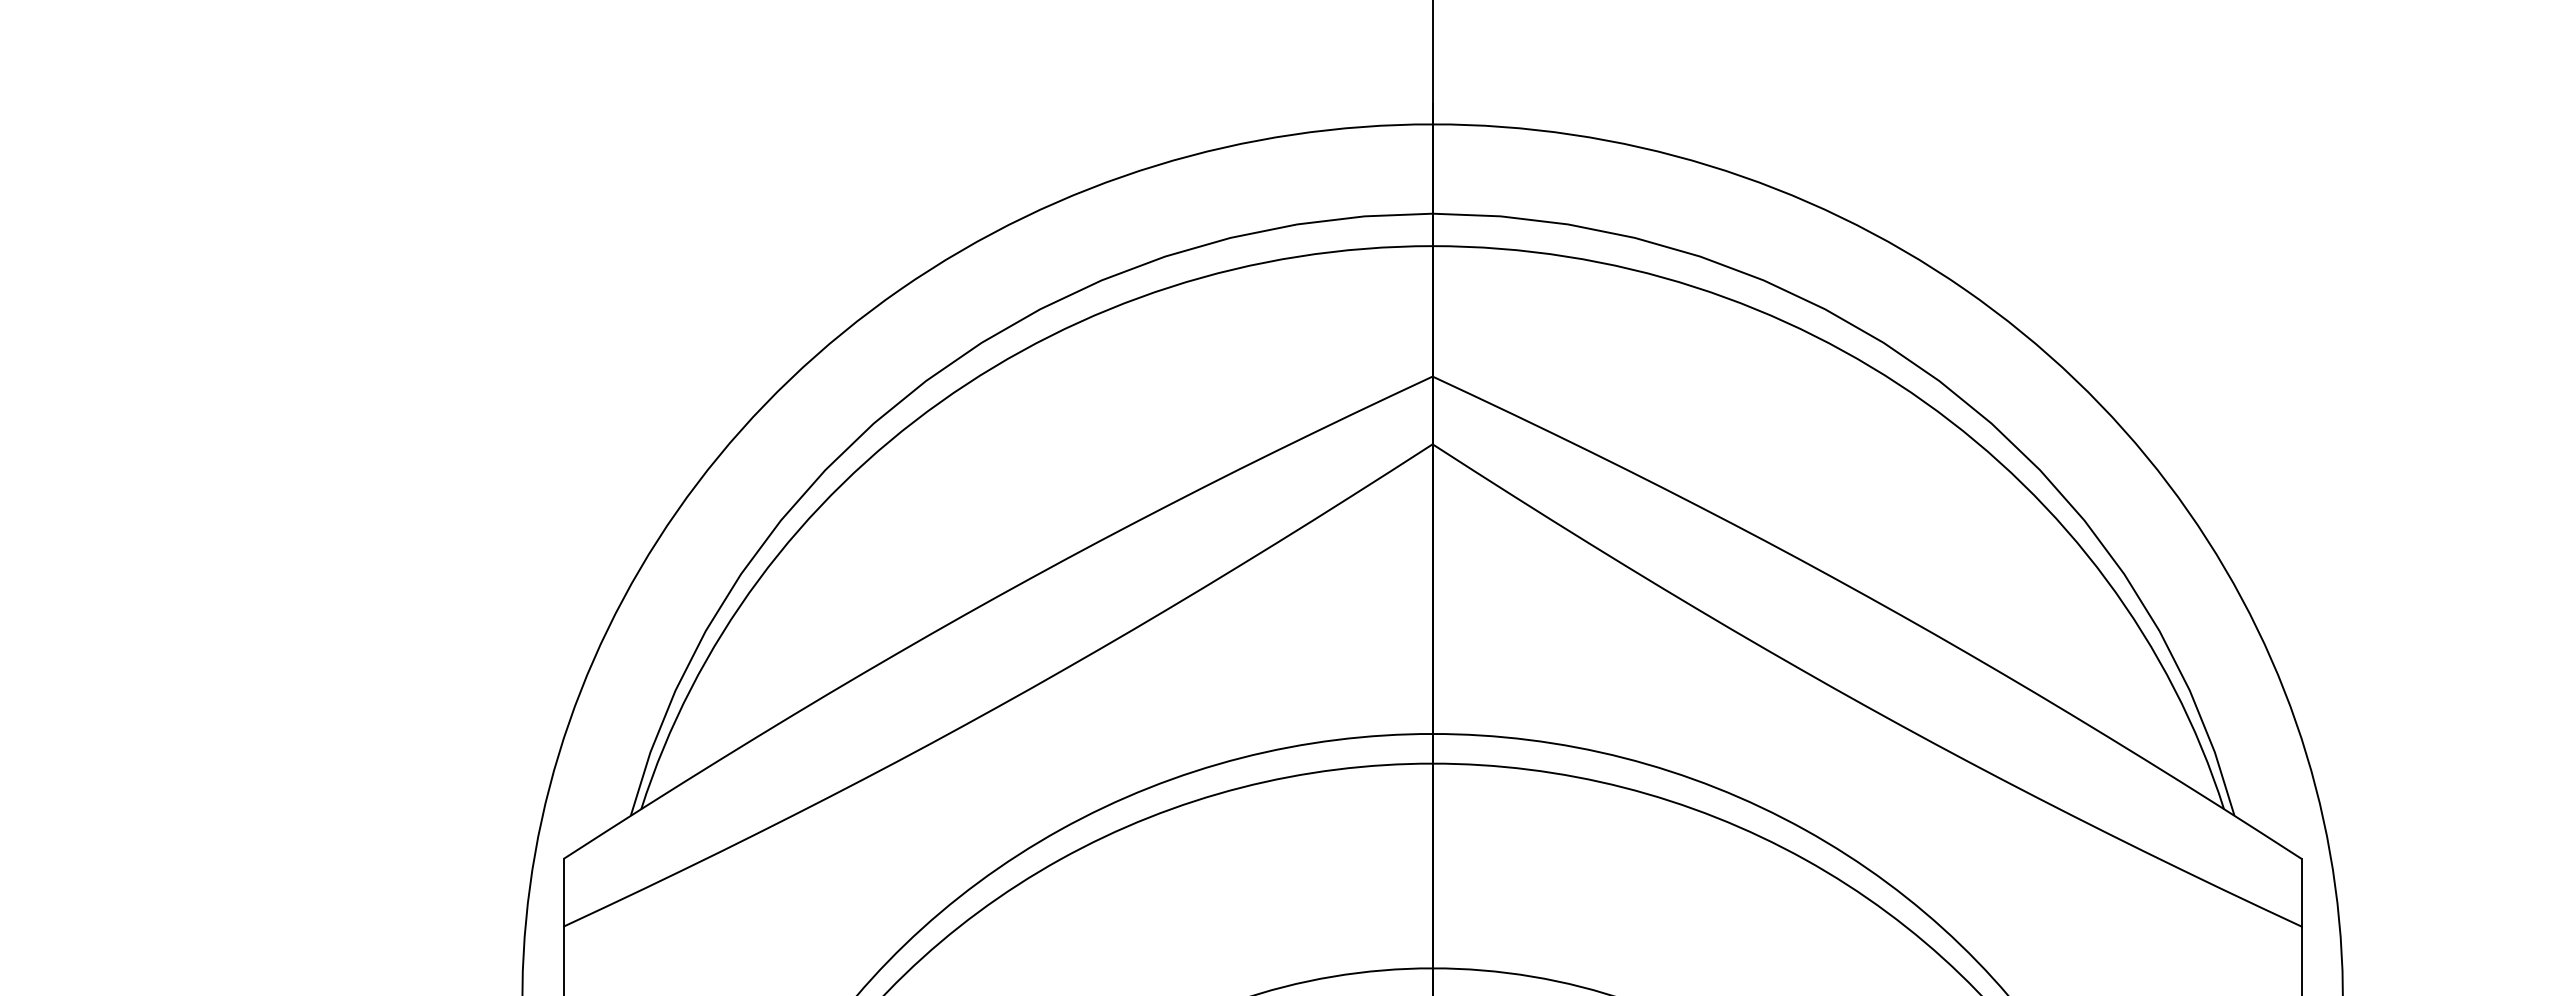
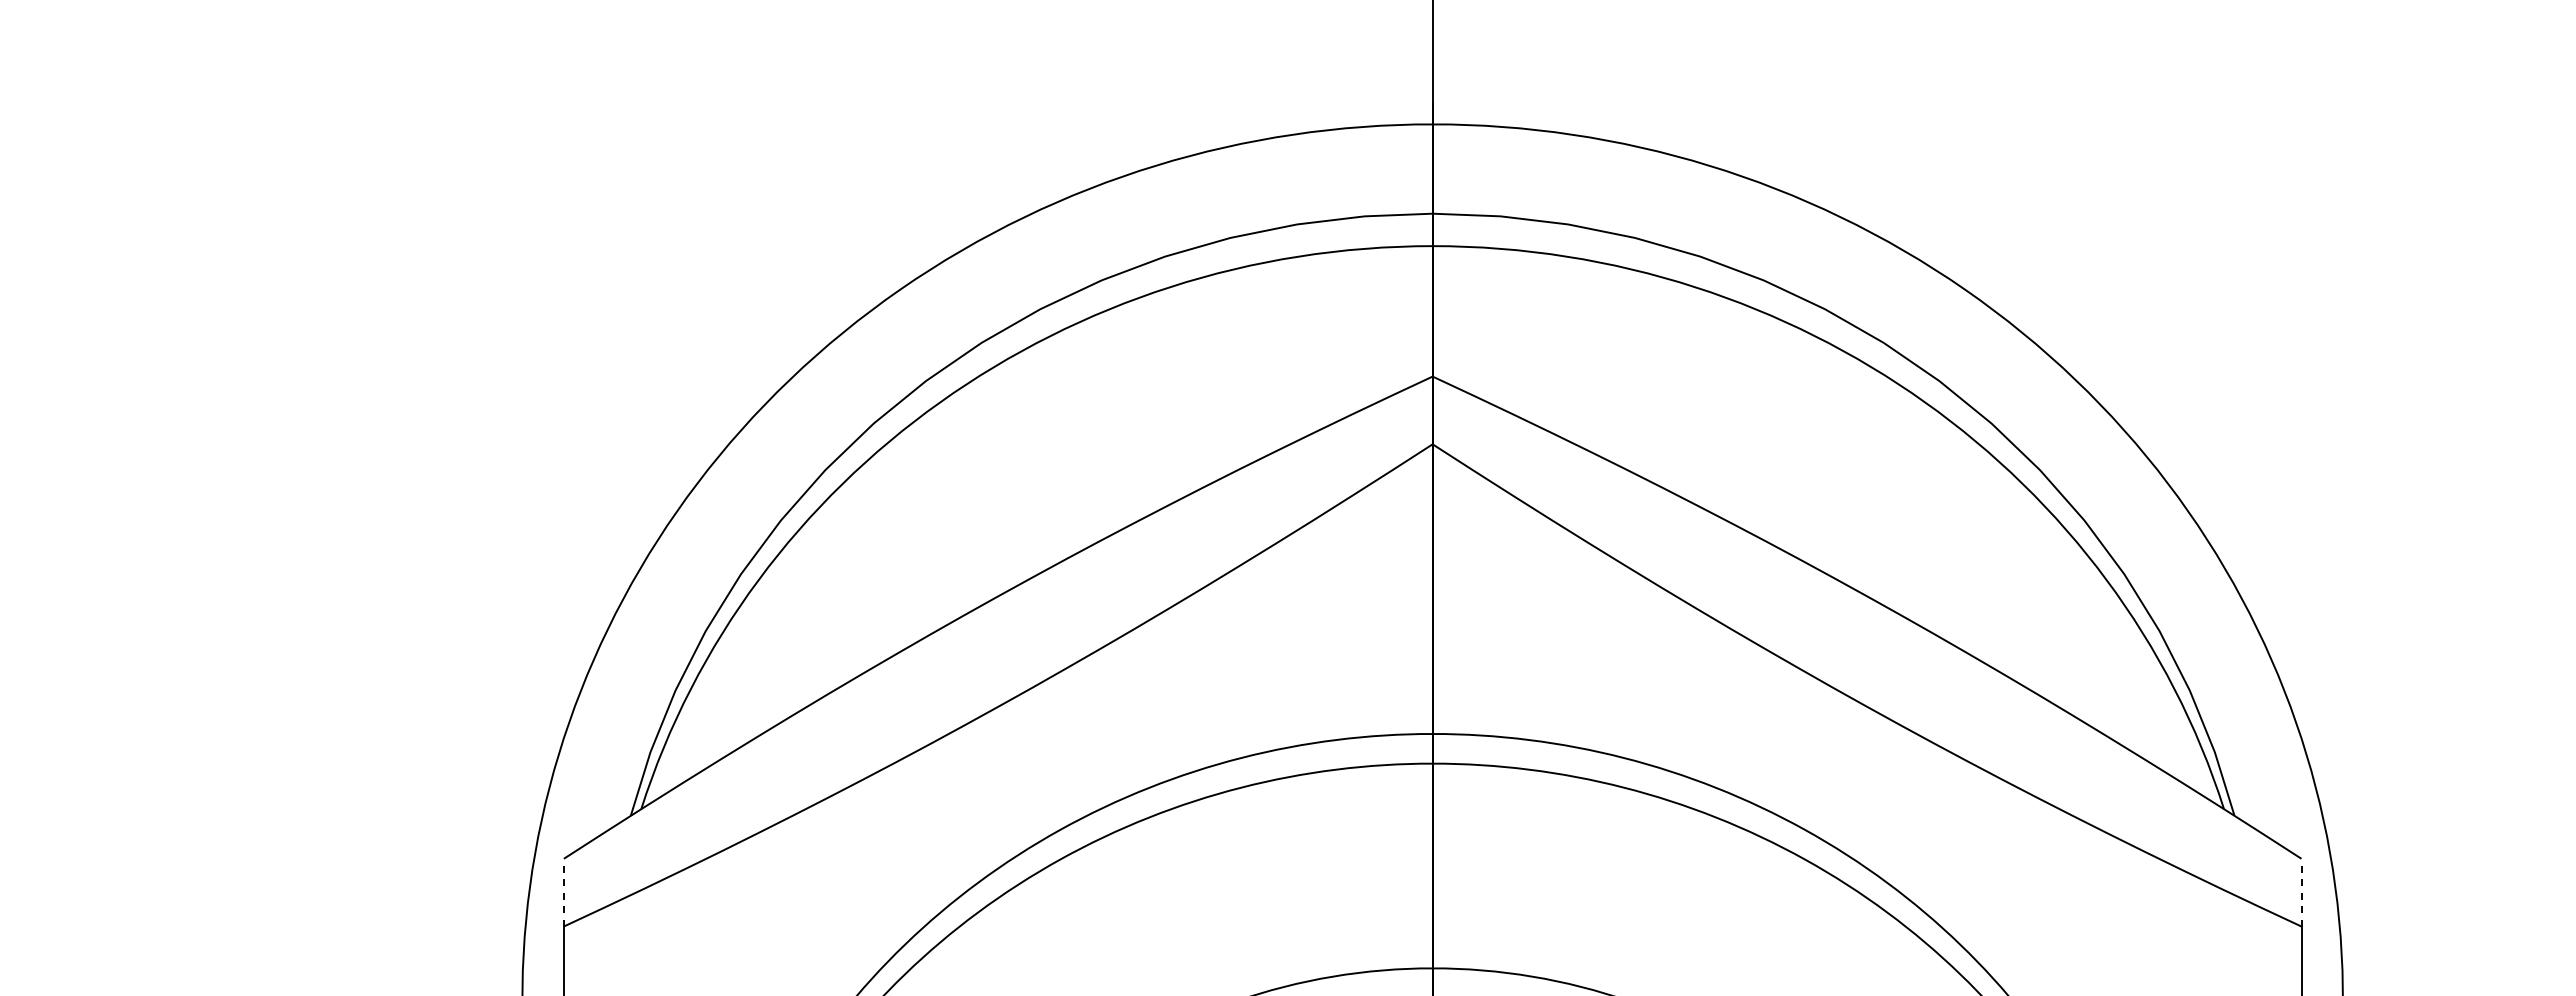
line at (563, 892): solid -> dashed
line at (2301, 892): solid -> dashed
